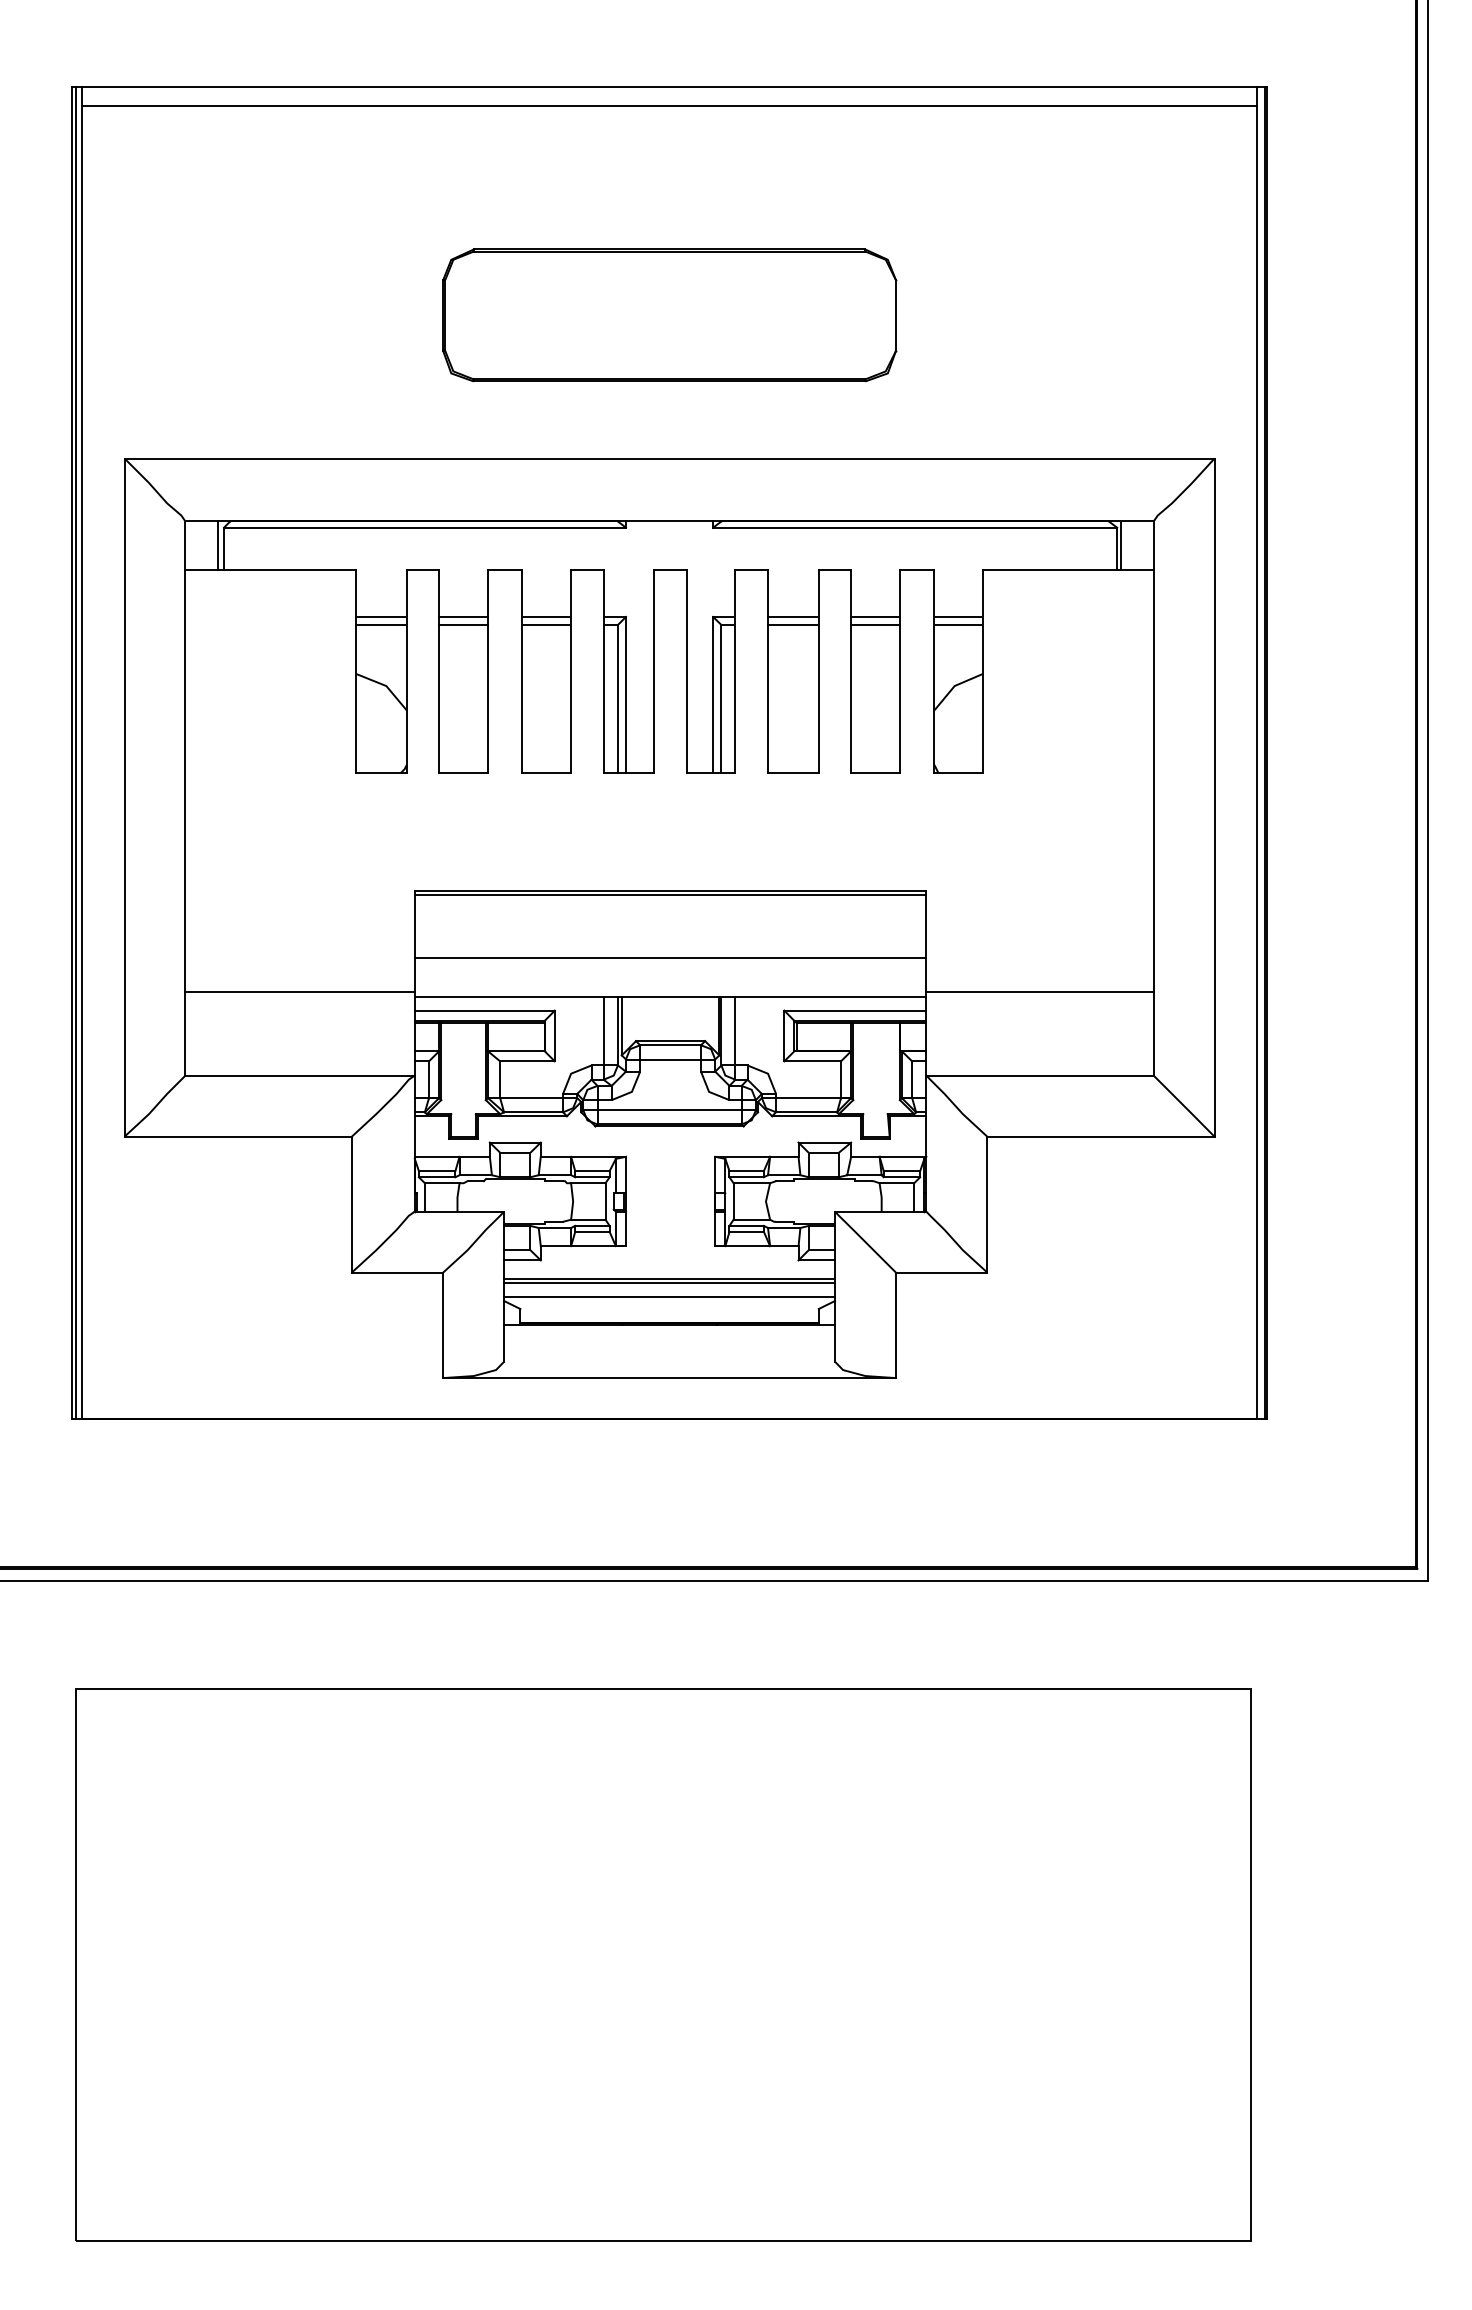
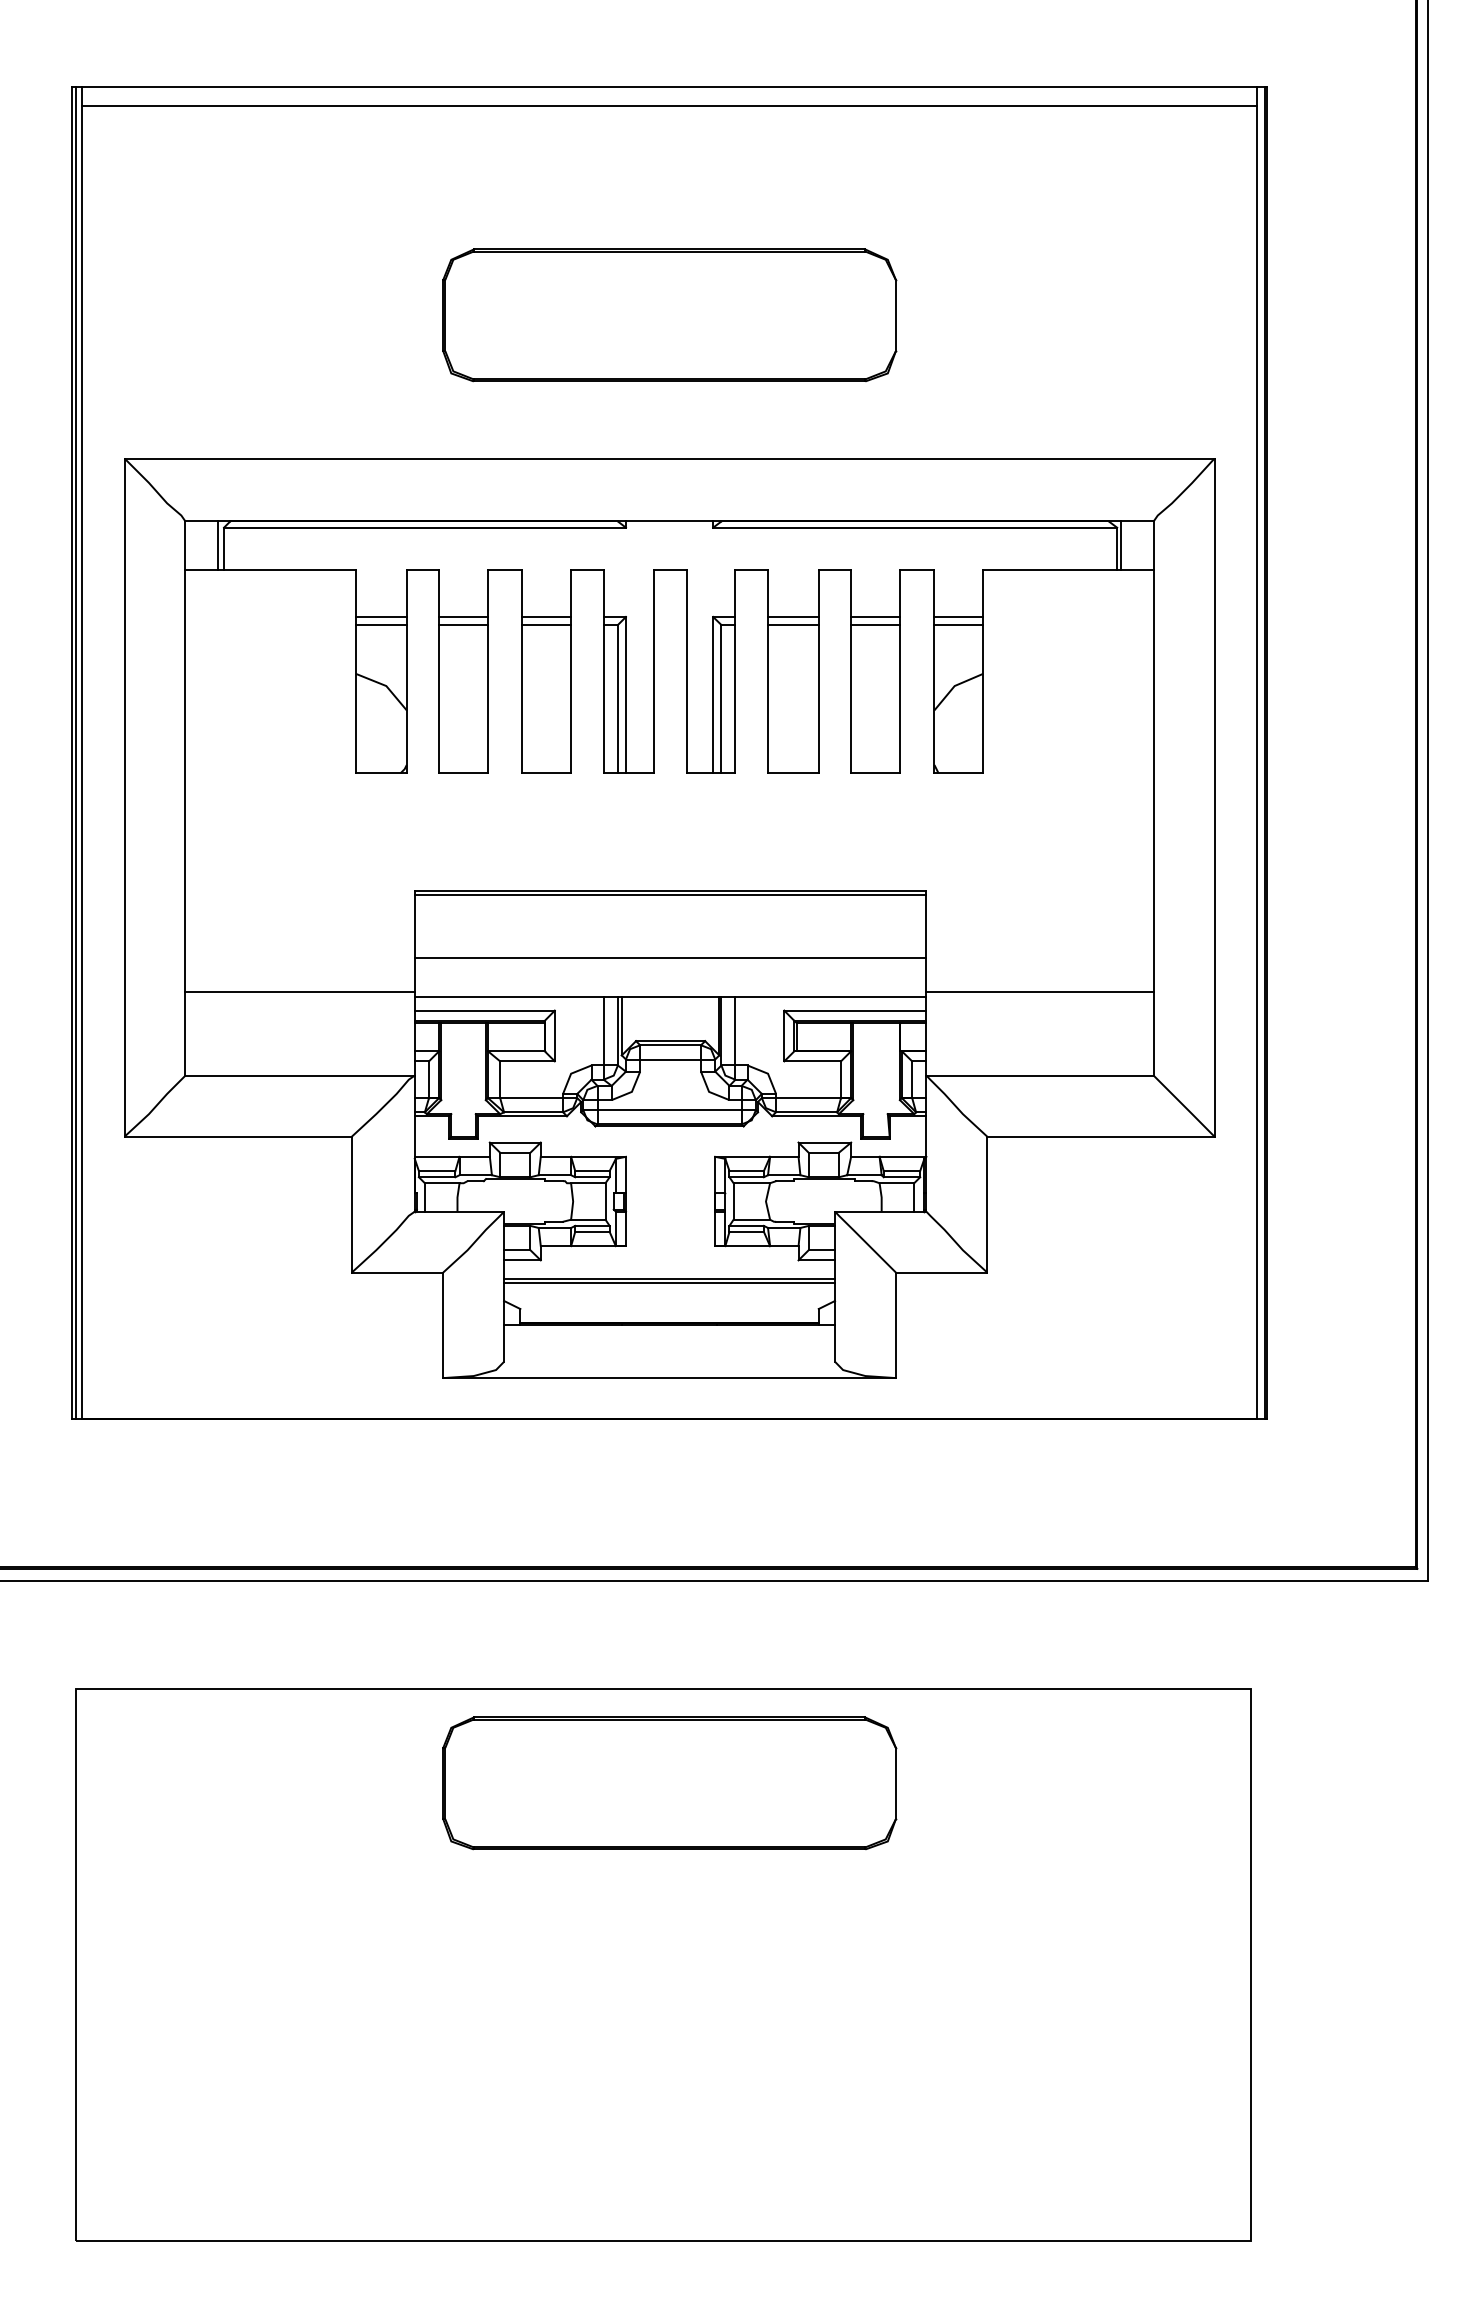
line at (669, 1296): present -> none
part at (669, 1783): none -> present
